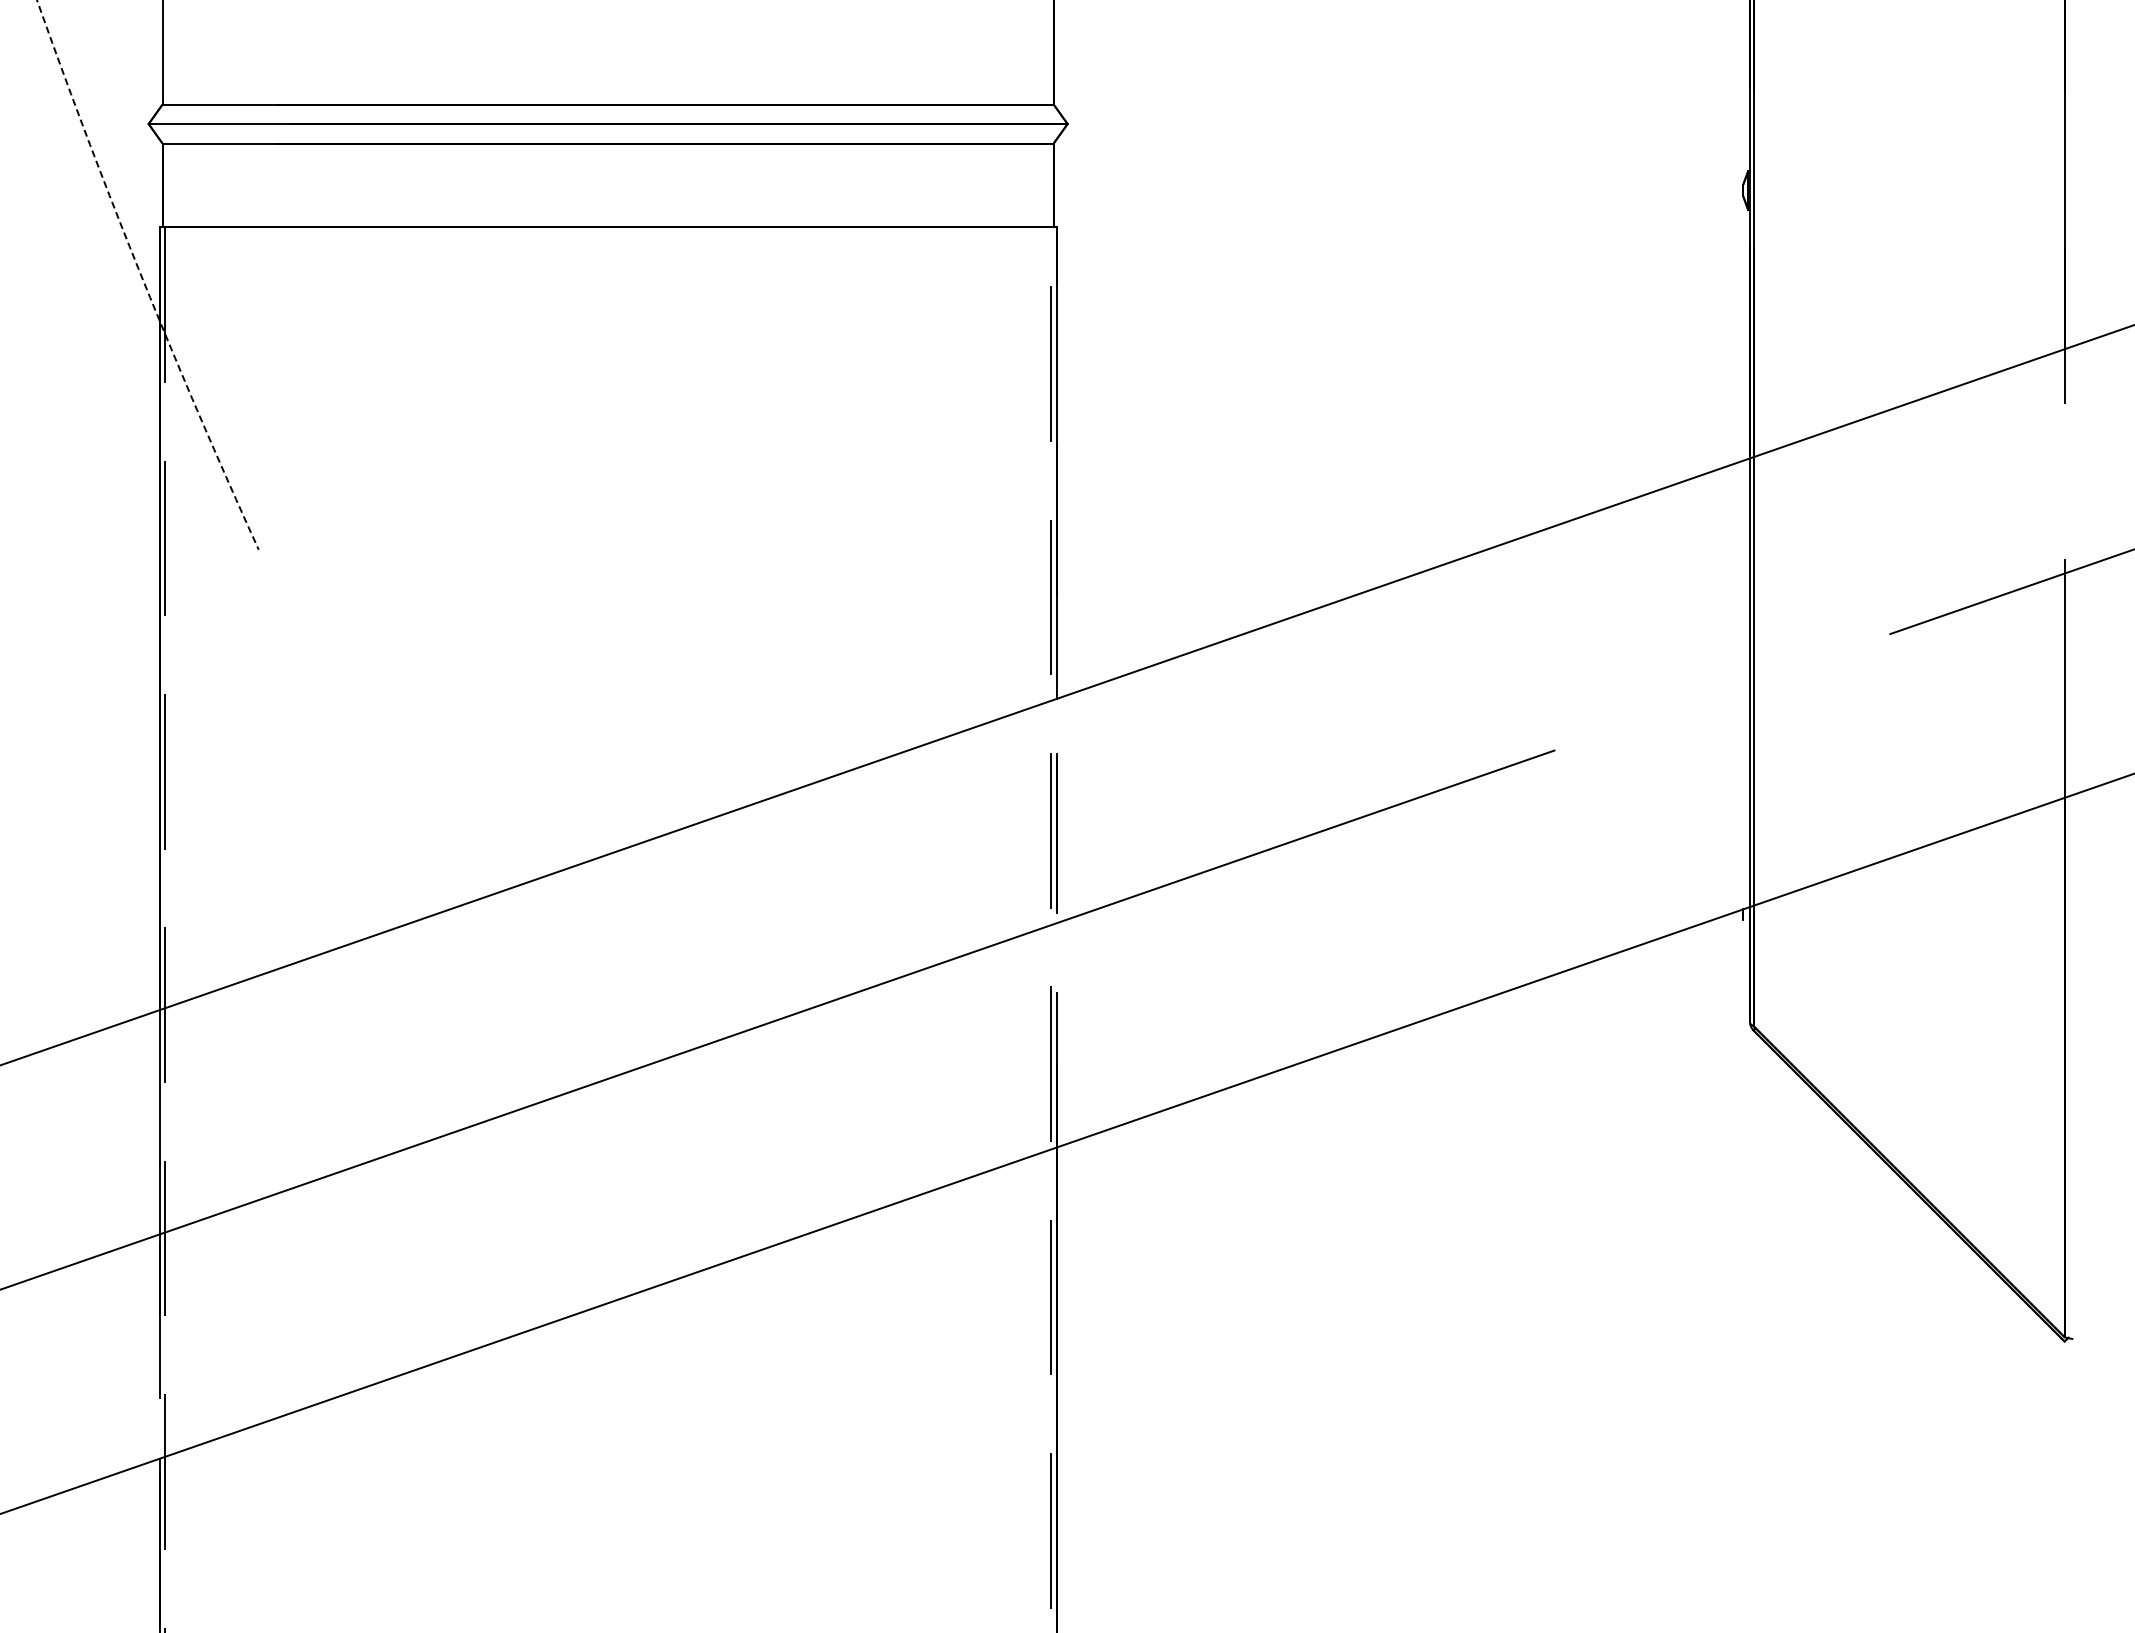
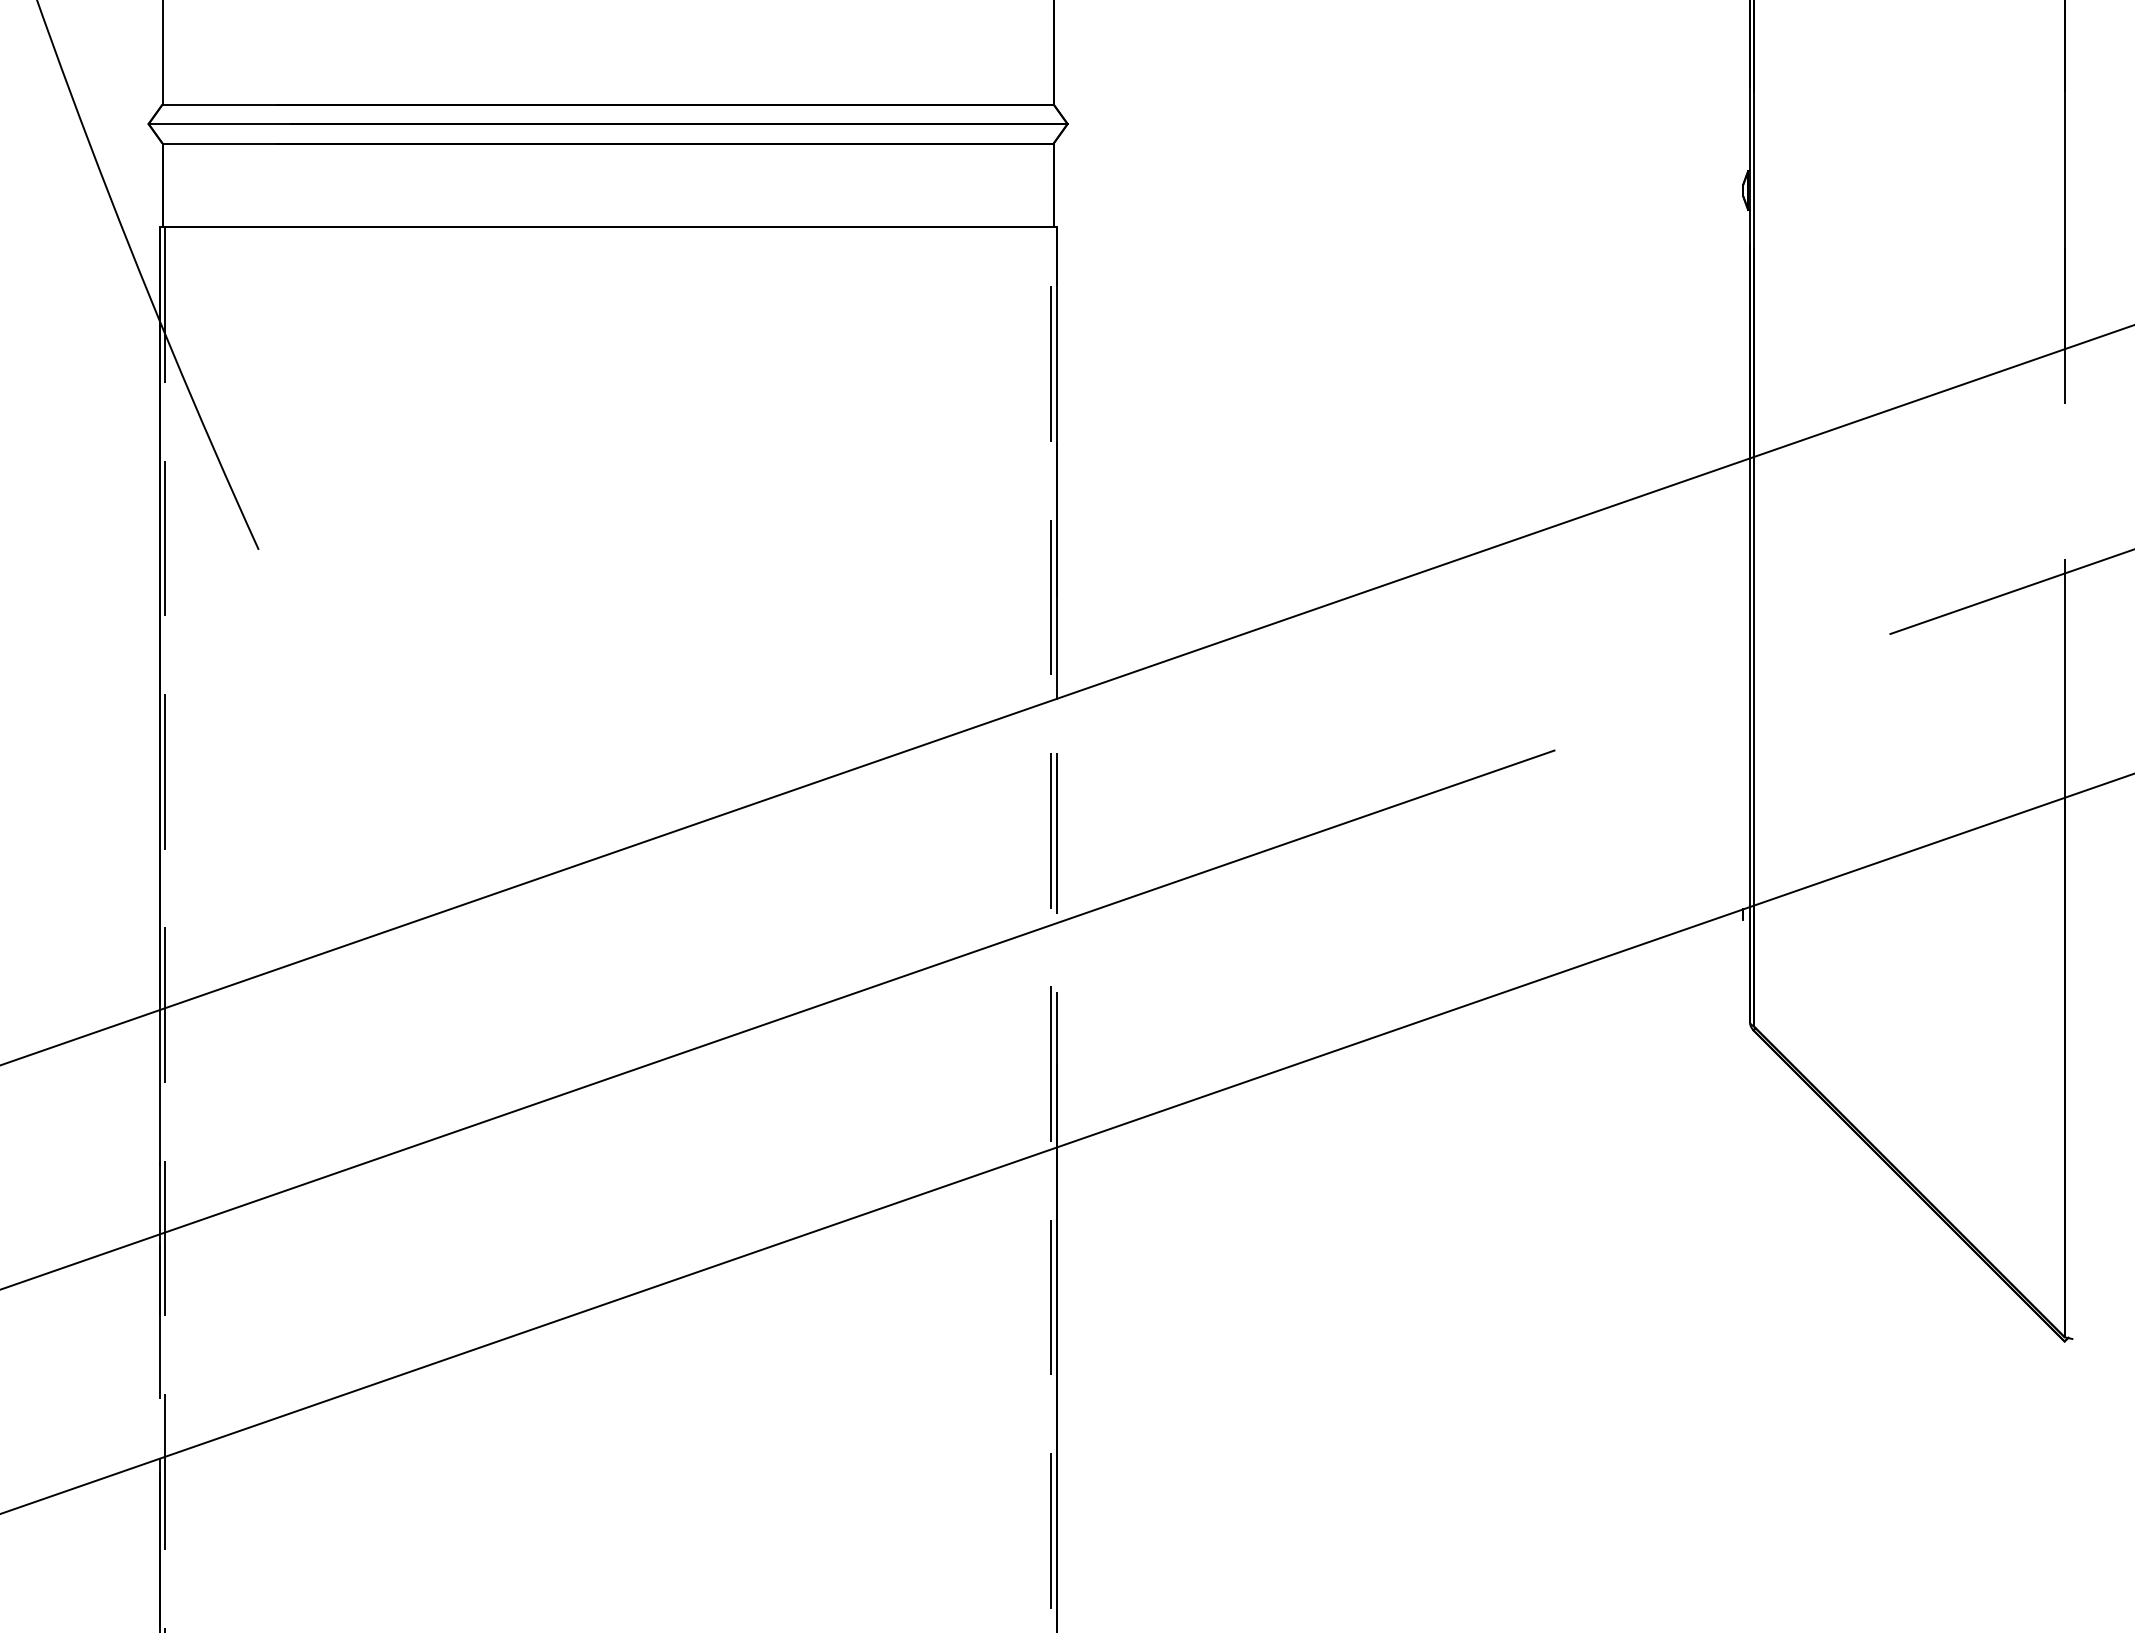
arc at (142, 278): dashed -> solid
